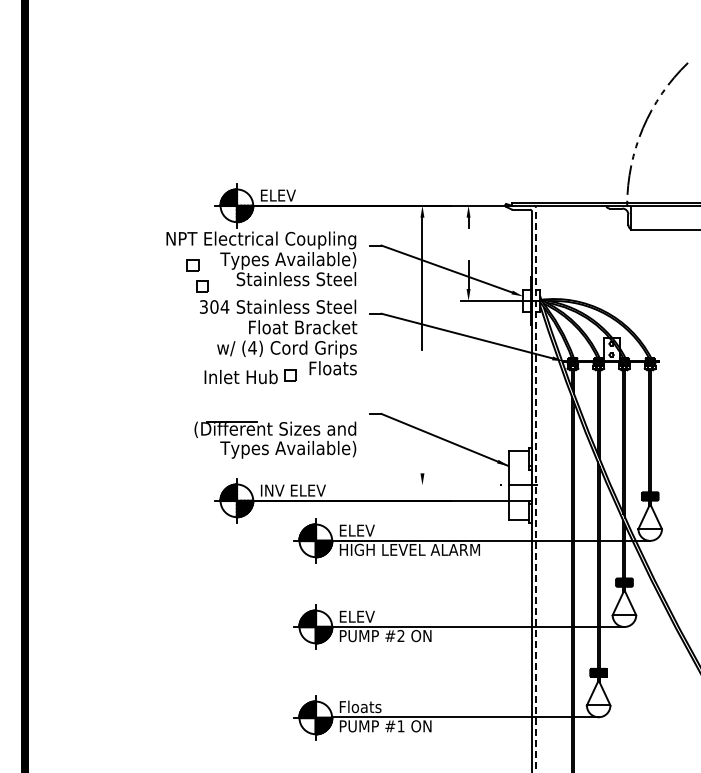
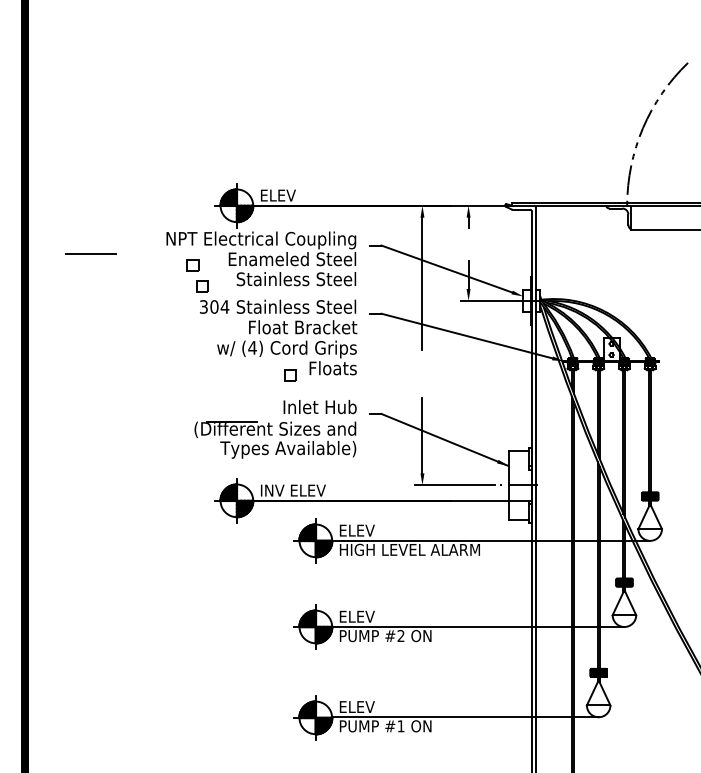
line at (90, 254): none -> present
text at (288, 260): Types Available) -> Enameled Steel
text at (240, 377) position: (240, 377) -> (319, 407)
line at (422, 435): none -> present
line at (454, 485): none -> present
line at (536, 489): dashed -> solid
text at (361, 706): Floats -> ELEV
